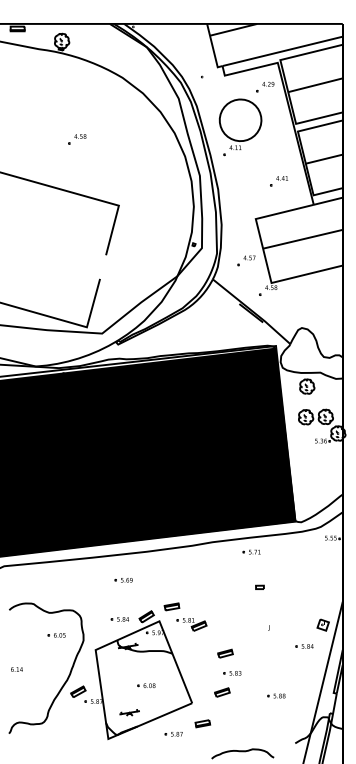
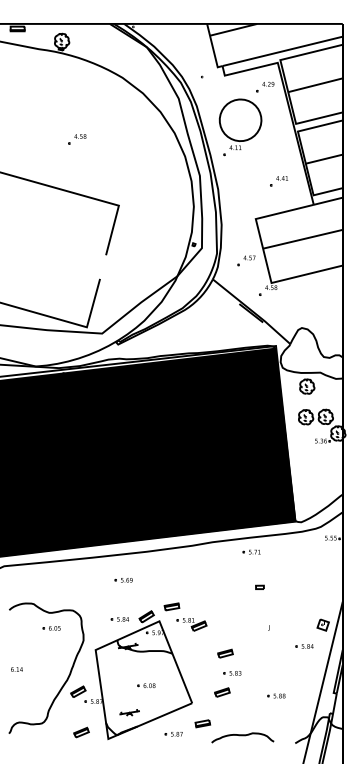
part at (56, 635) position: (56, 635) -> (51, 628)
part at (81, 732): none -> present
curve at (242, 752) position: (242, 752) -> (242, 736)
